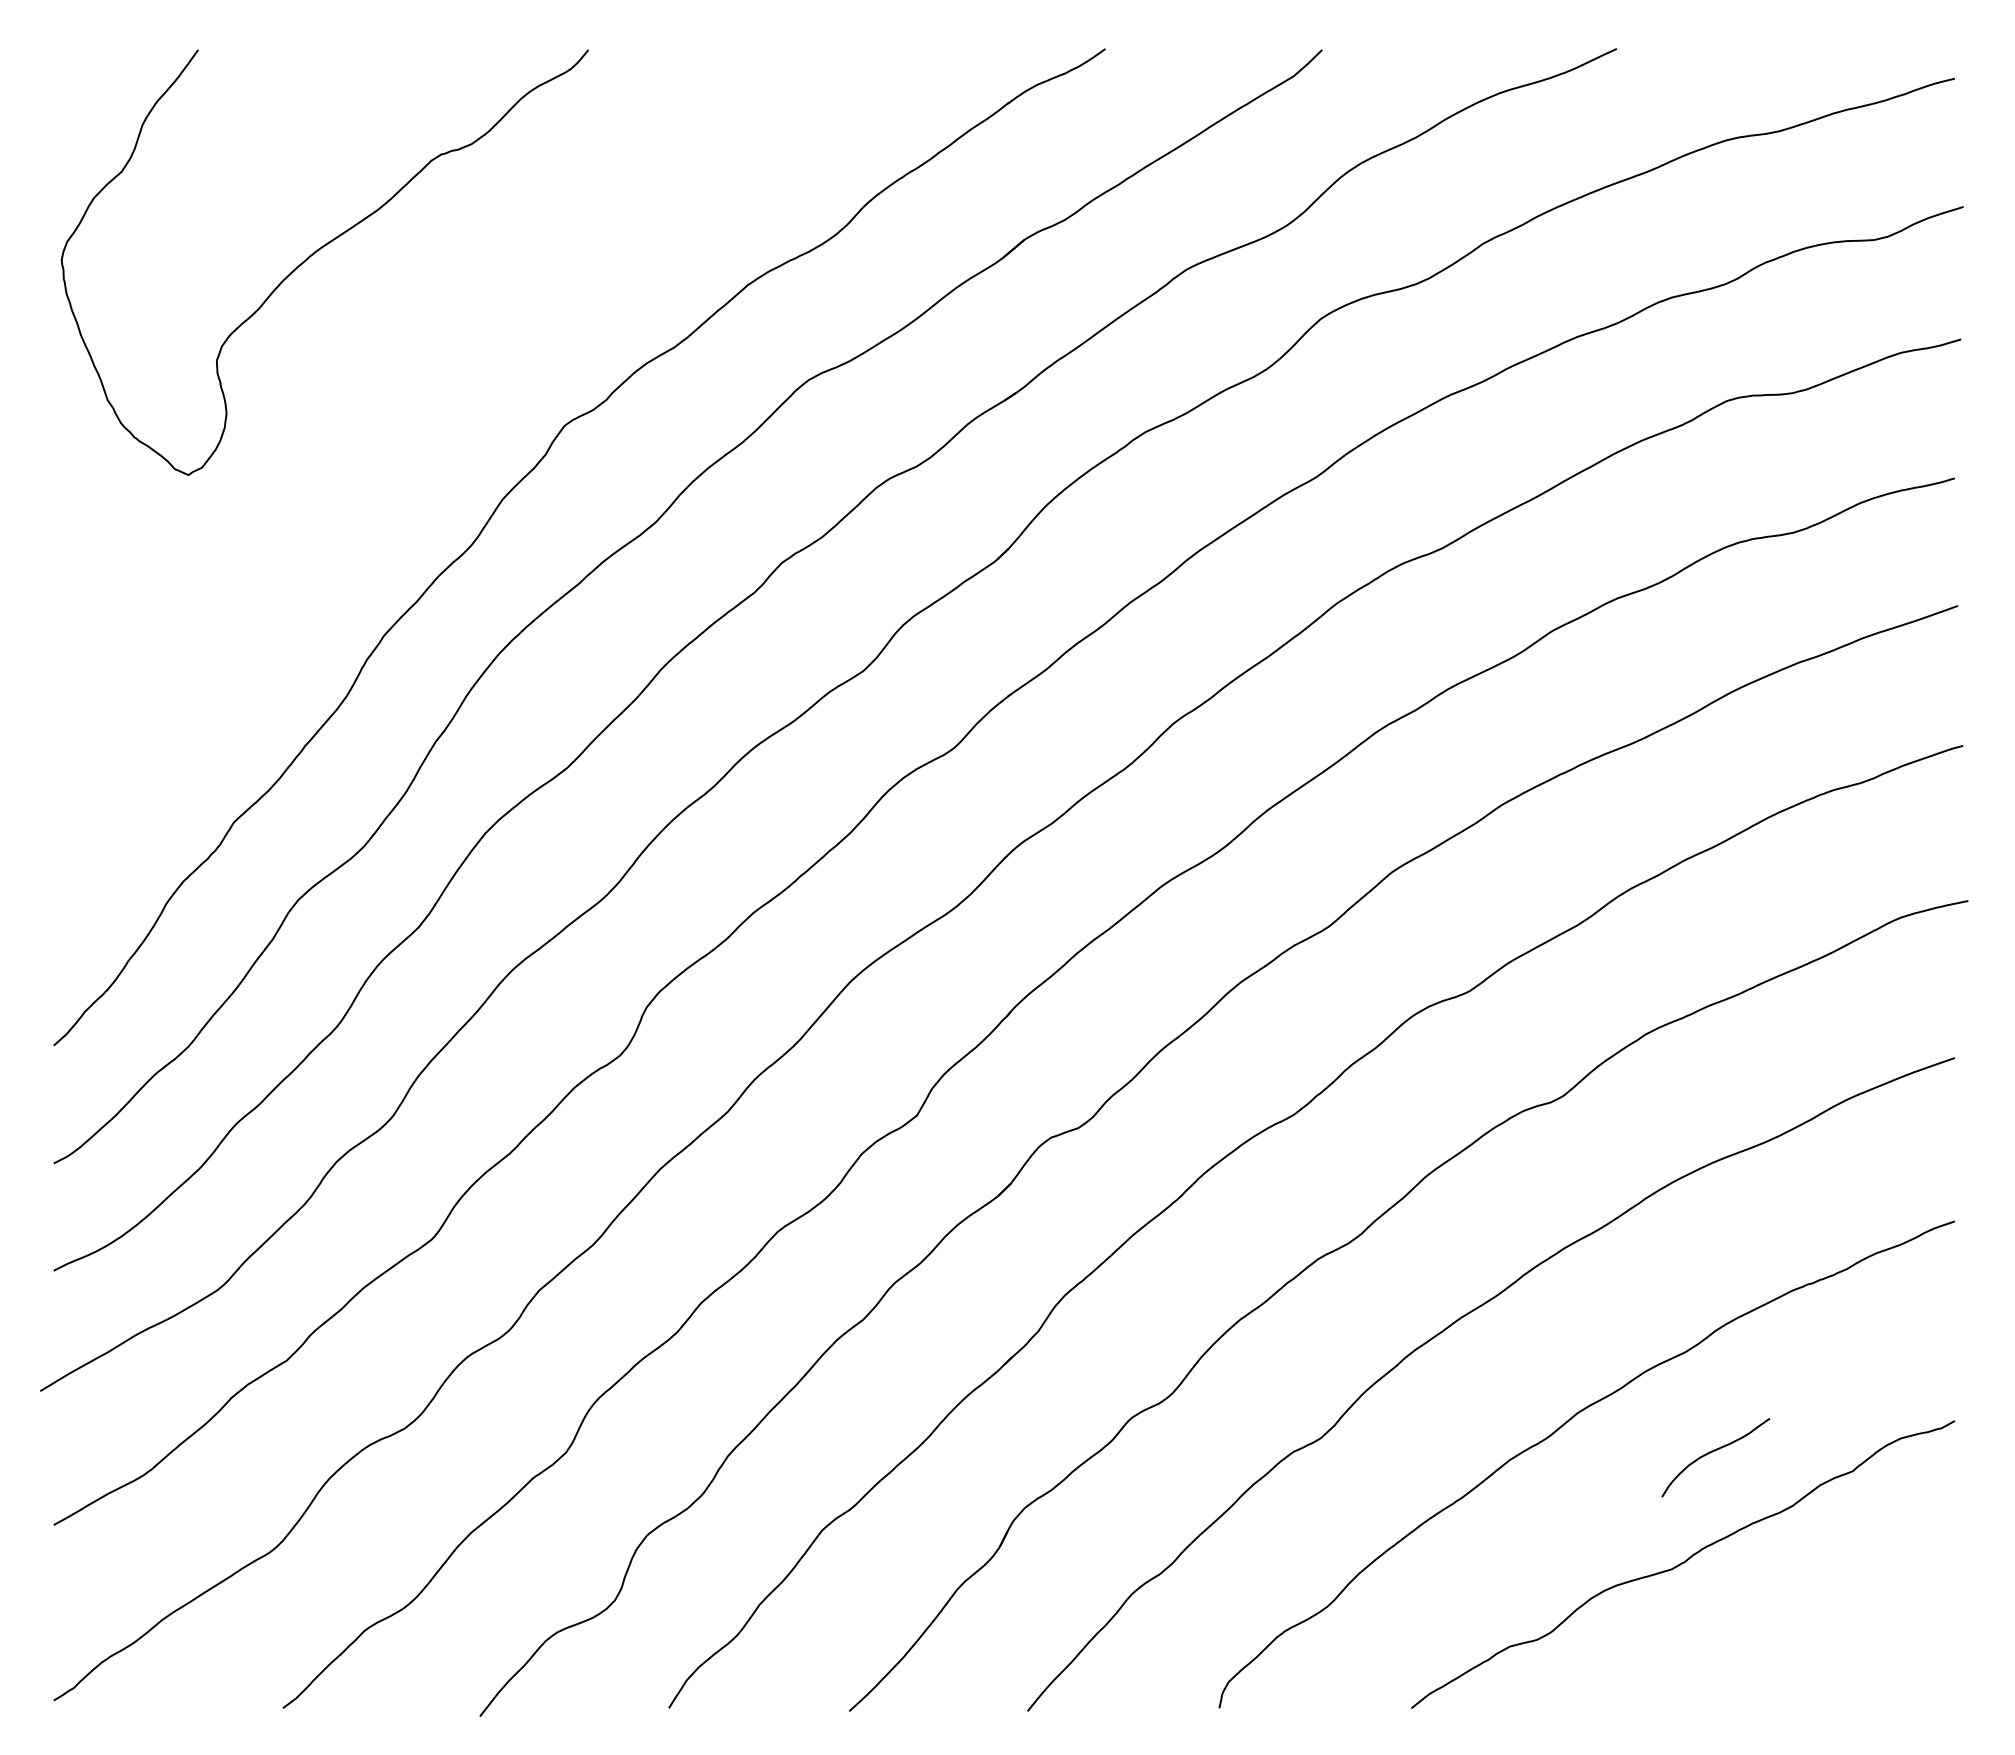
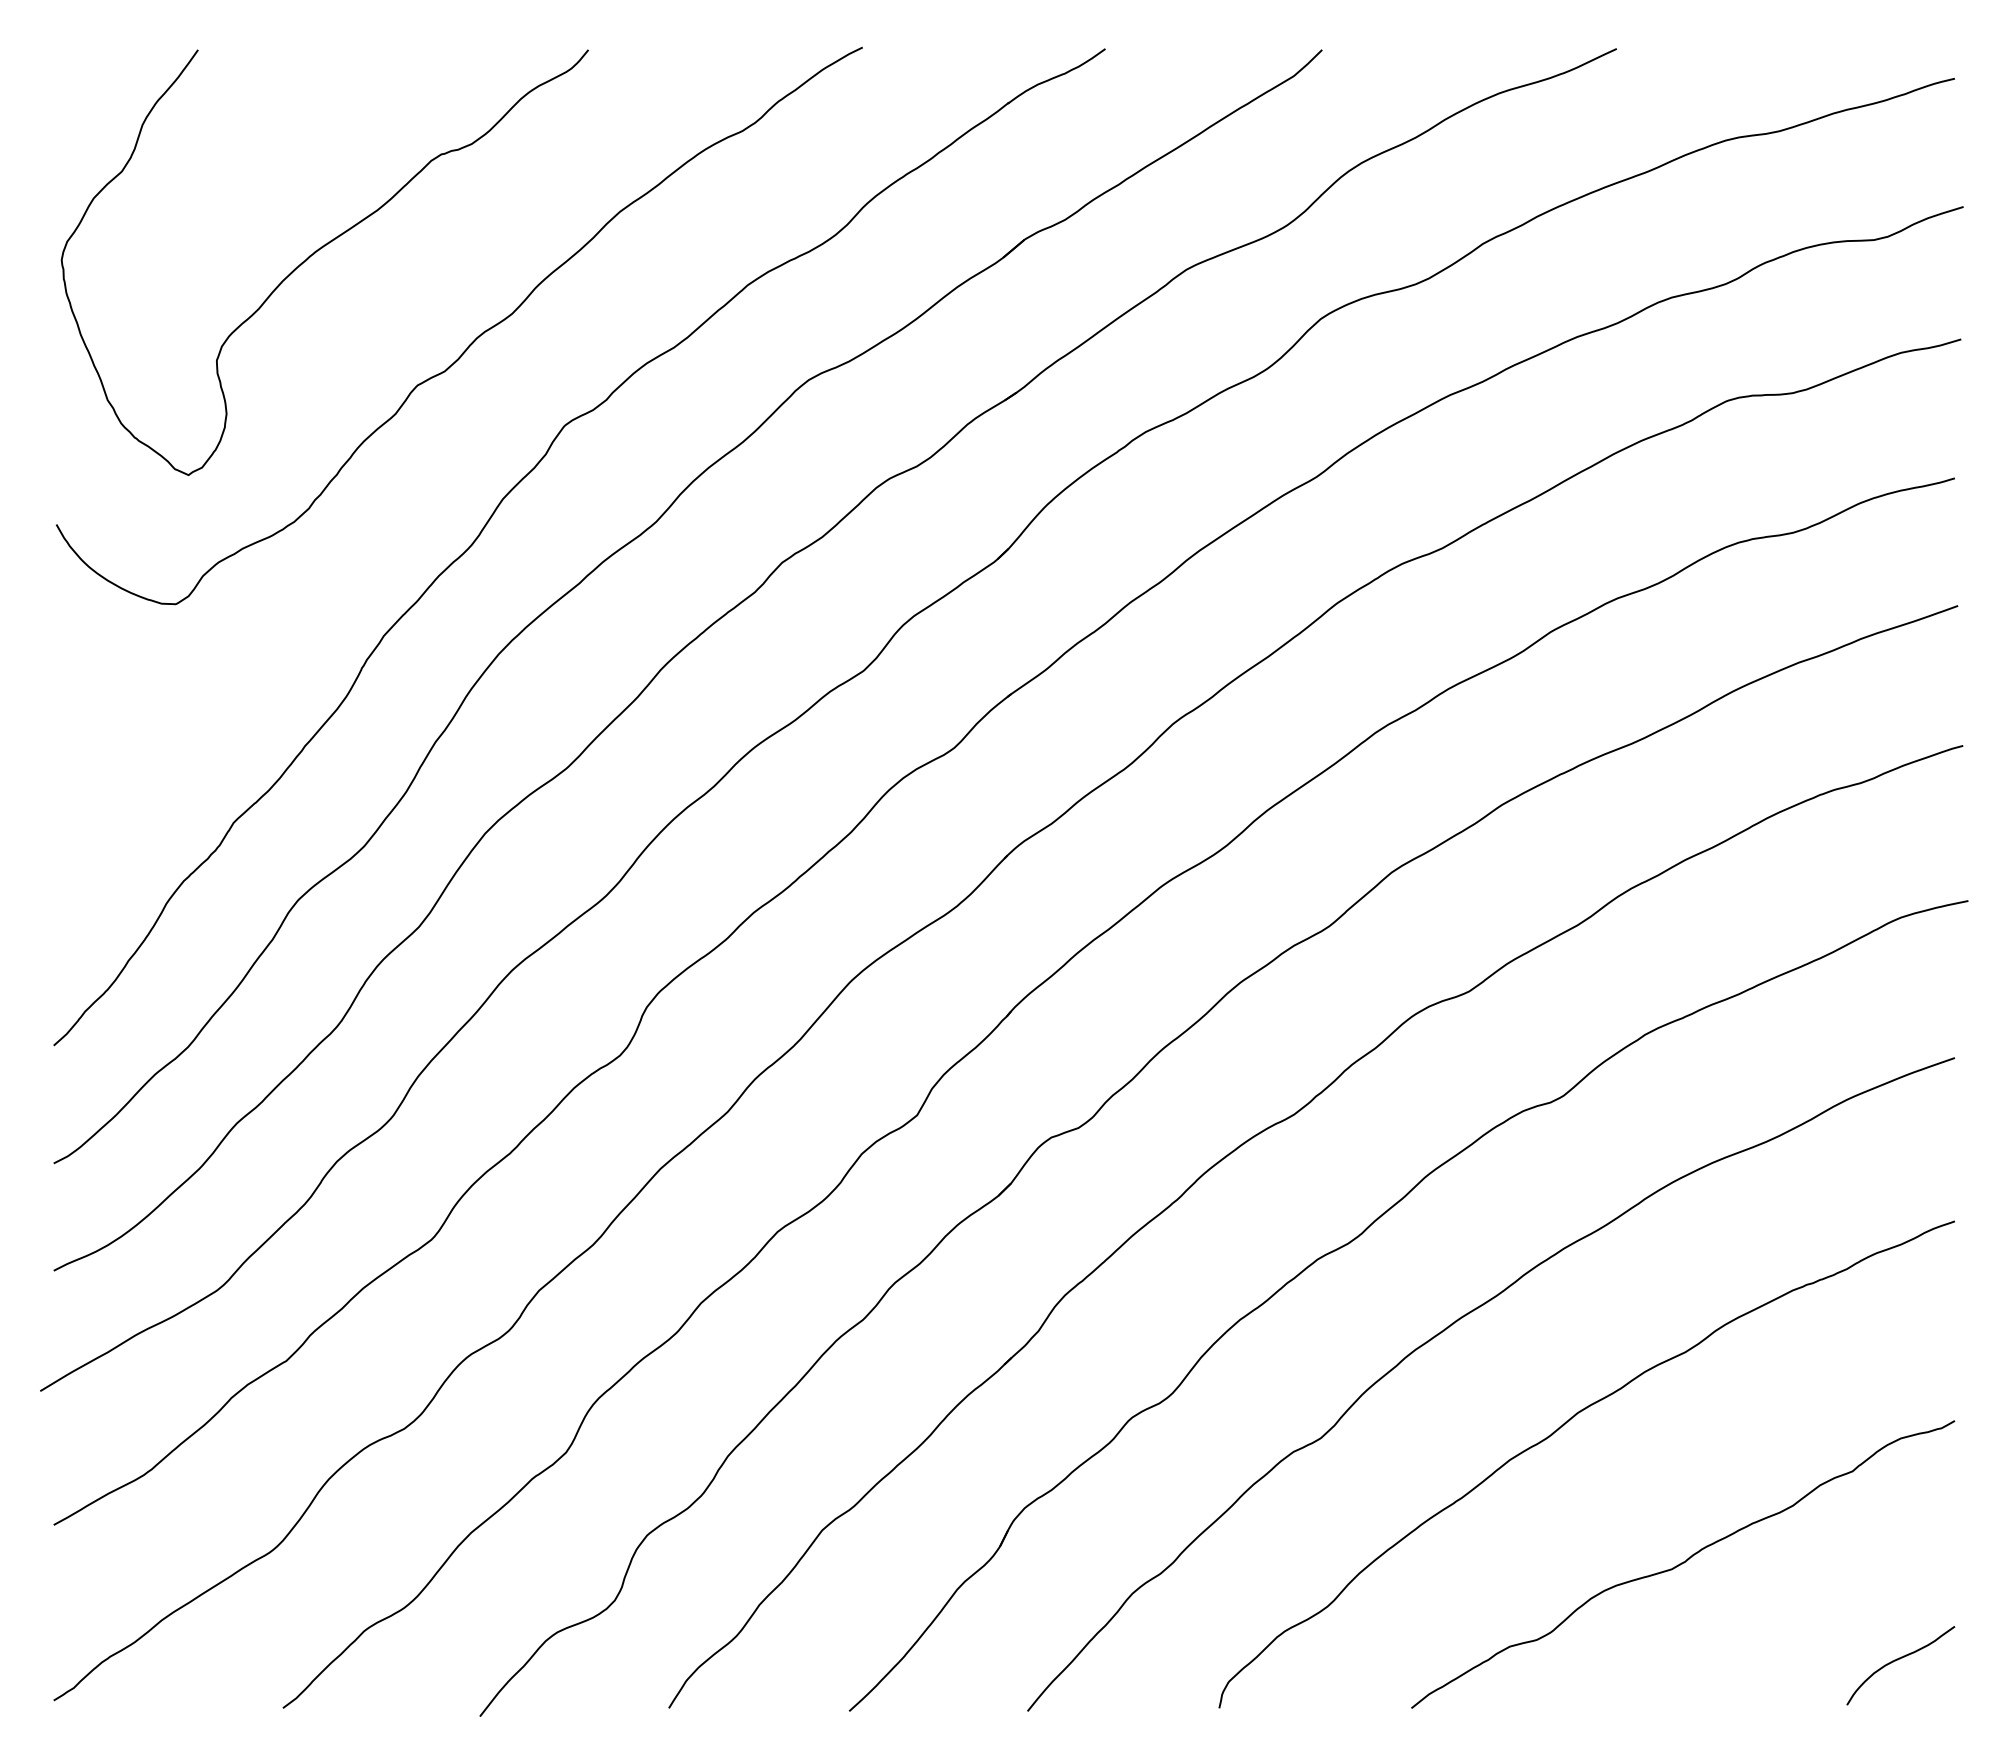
curve at (474, 339): none -> present
curve at (1712, 1452) position: (1712, 1452) -> (1897, 1660)
